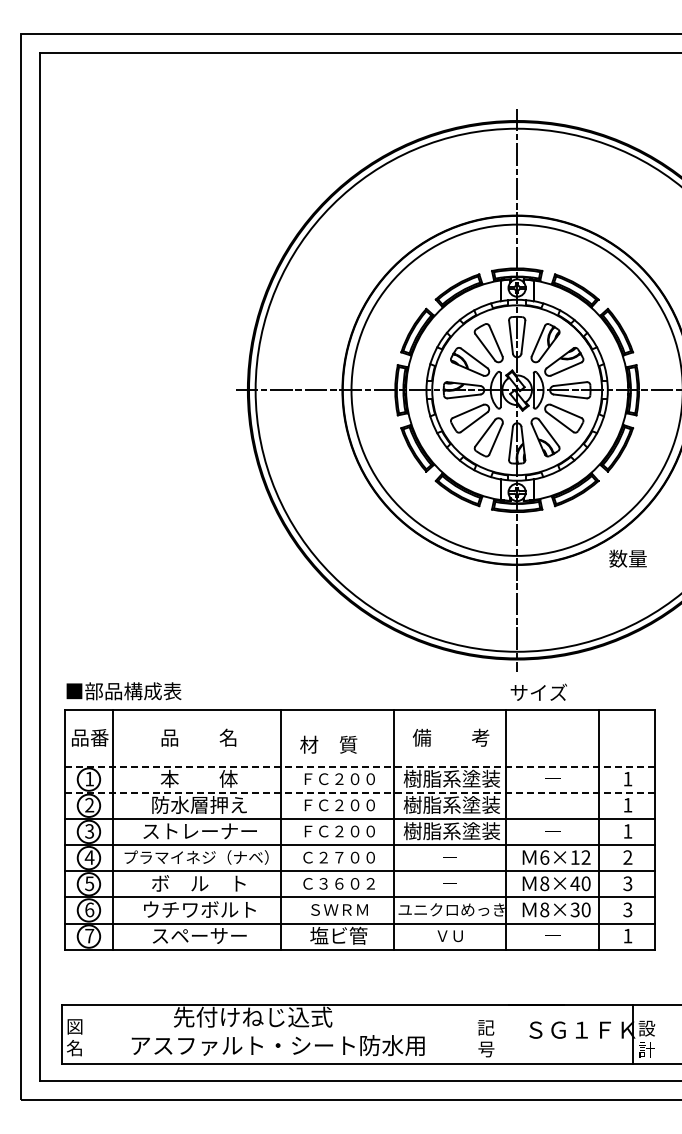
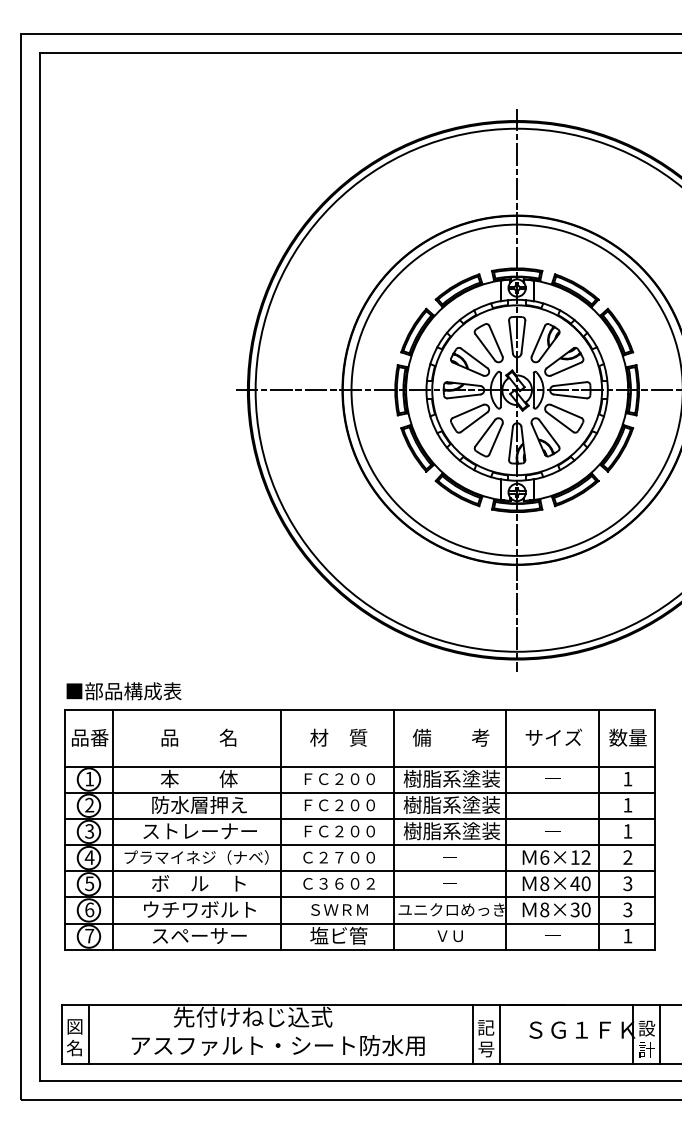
text at (627, 558) position: (627, 558) -> (627, 737)
text at (538, 691) position: (538, 691) -> (553, 736)
text at (328, 744) position: (328, 744) -> (338, 737)
line at (360, 766): dashed -> solid
line at (360, 792): dashed -> solid
line at (88, 1034): none -> present
line at (473, 1034): none -> present
line at (499, 1034): none -> present
line at (660, 1034): none -> present
